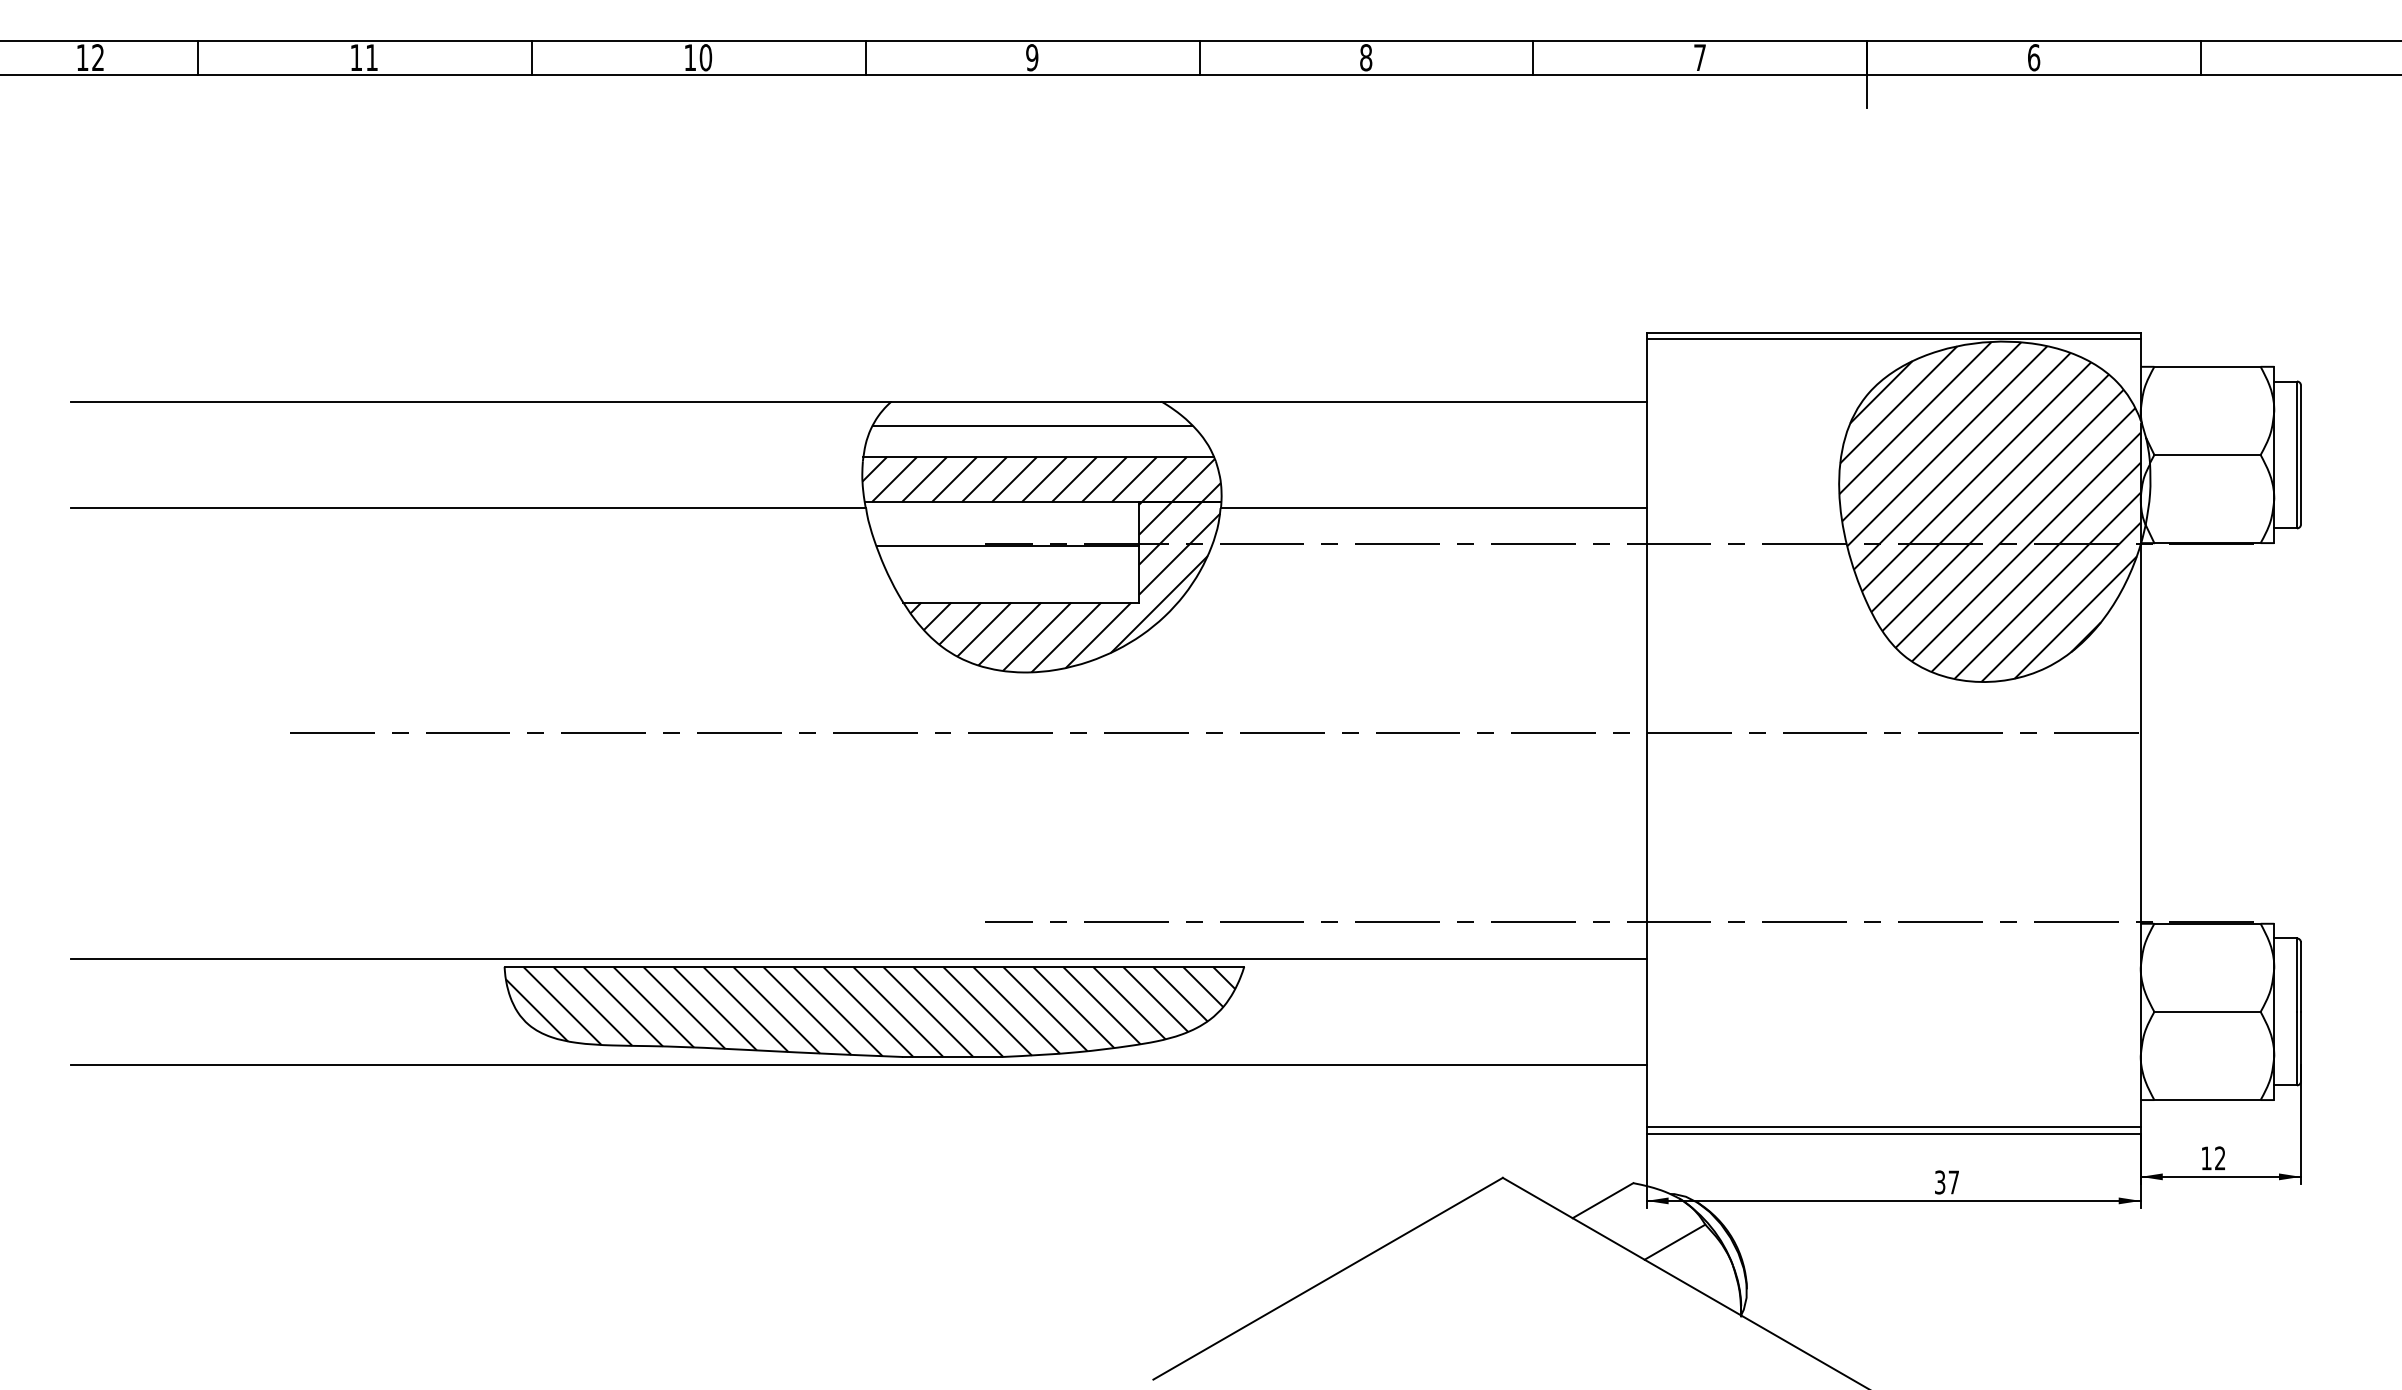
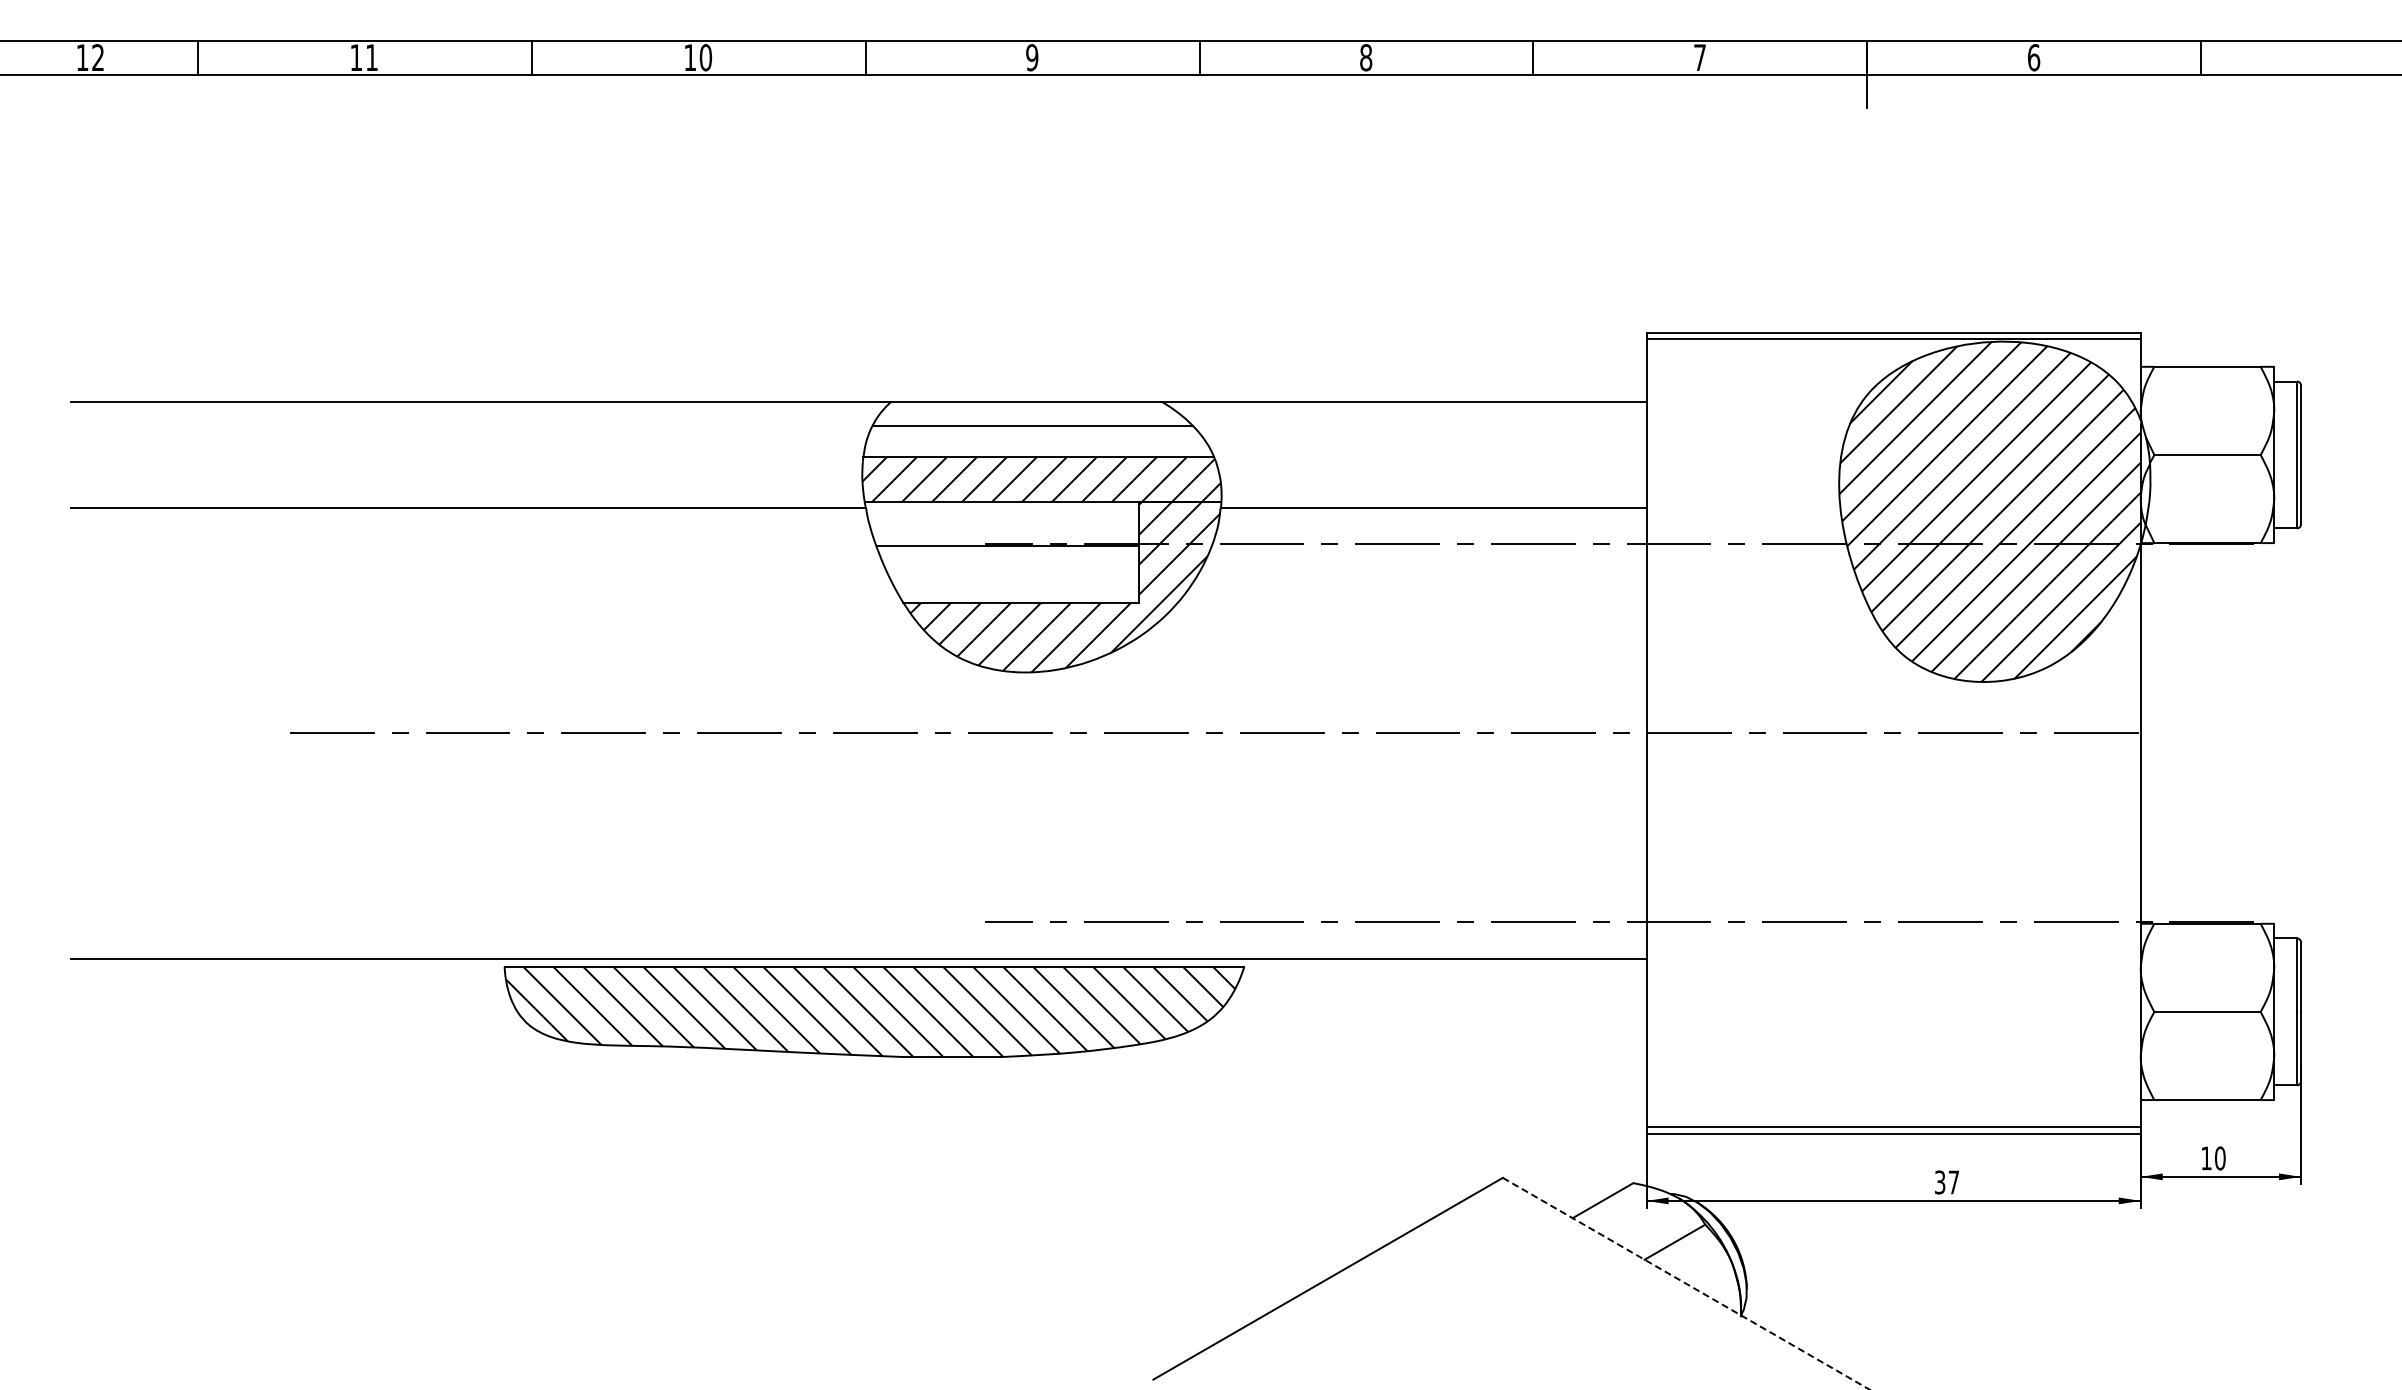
line at (858, 1065): present -> none
text at (2220, 1158): 12 -> 10
line at (1686, 1283): solid -> dashed
